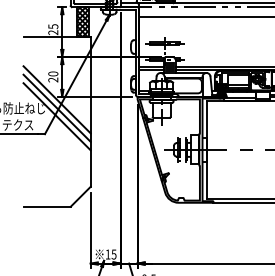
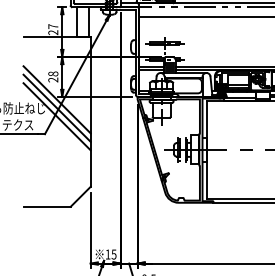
hatch at (82, 22): present -> none
text at (53, 26): 25 -> 27
text at (53, 73): 20 -> 28
